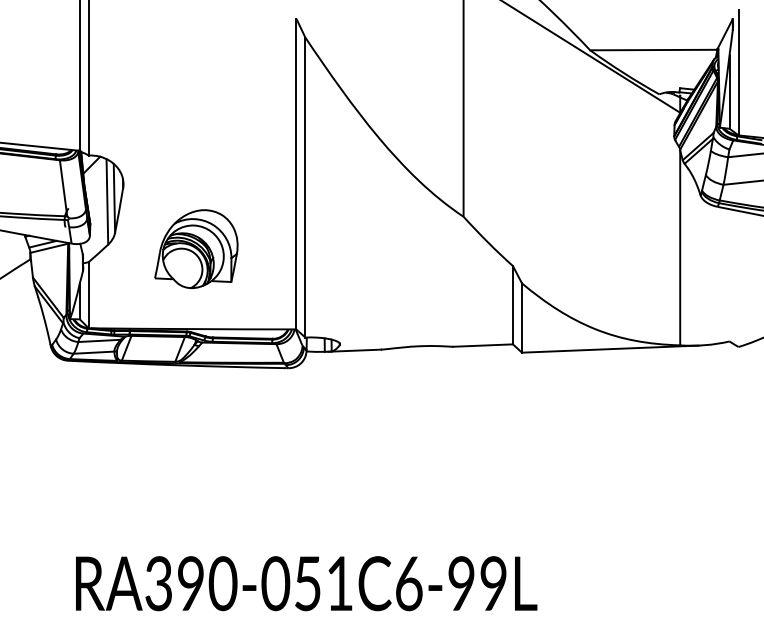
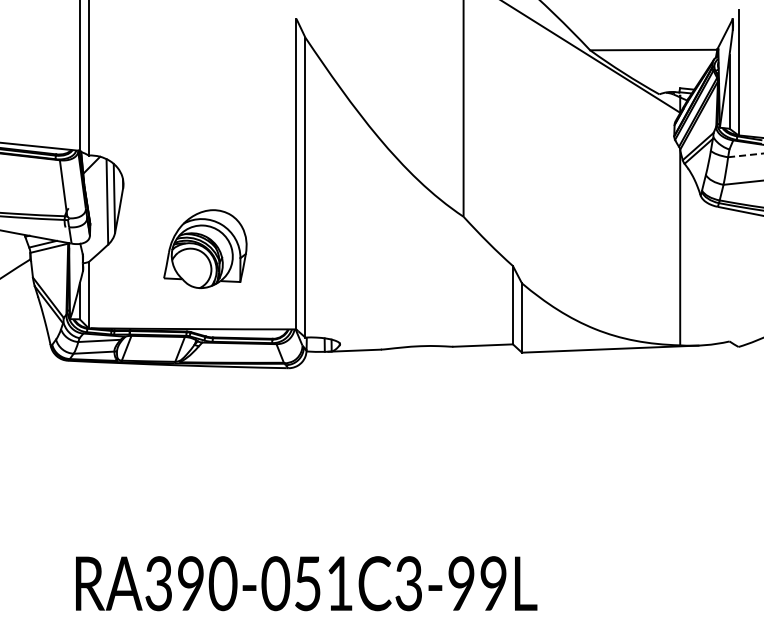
line at (745, 155): solid -> dashed
part at (196, 248) position: (196, 248) -> (205, 248)
text at (408, 583): RA390-051C6-99L -> RA390-051C3-99L
